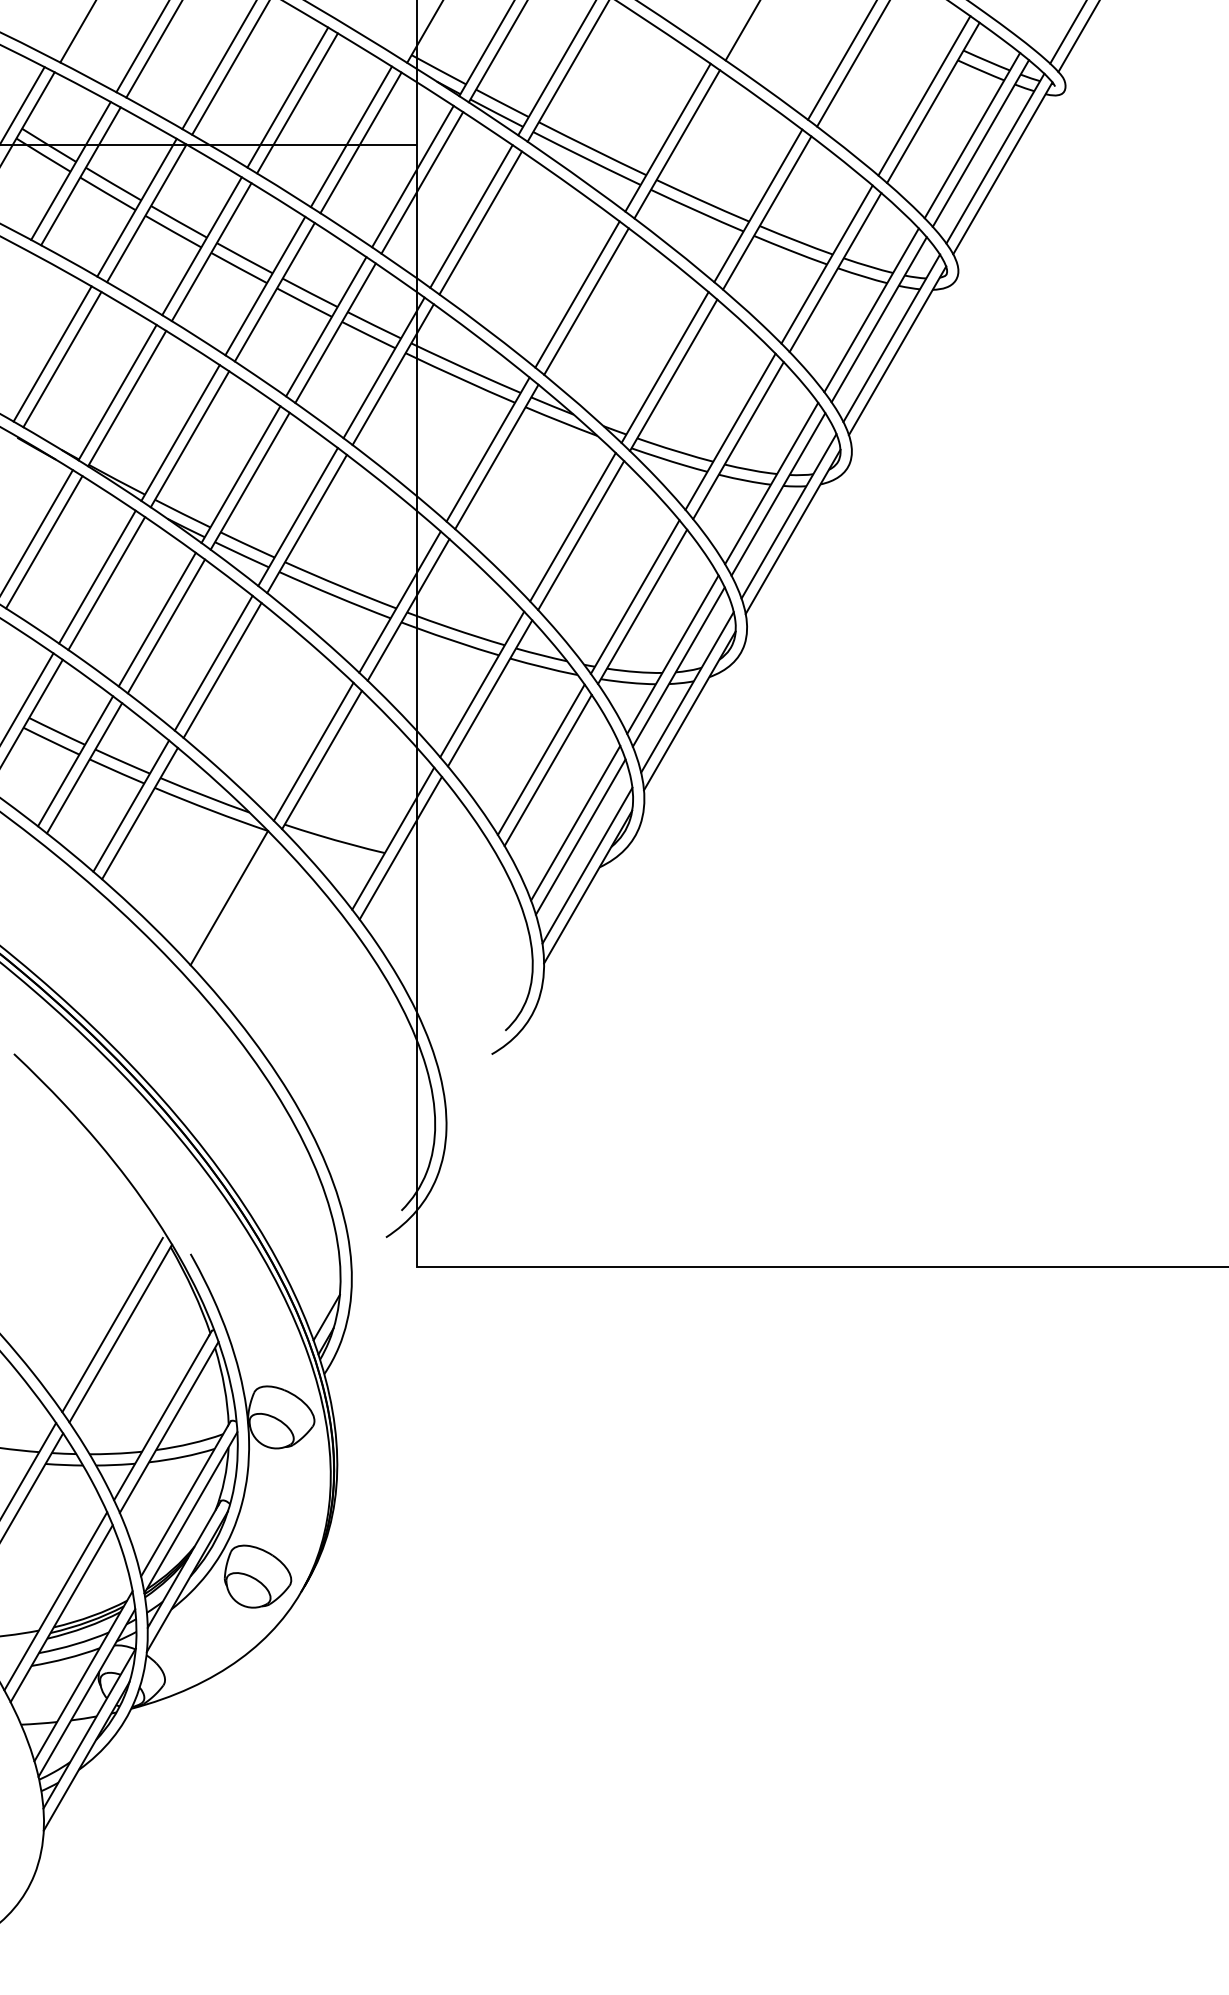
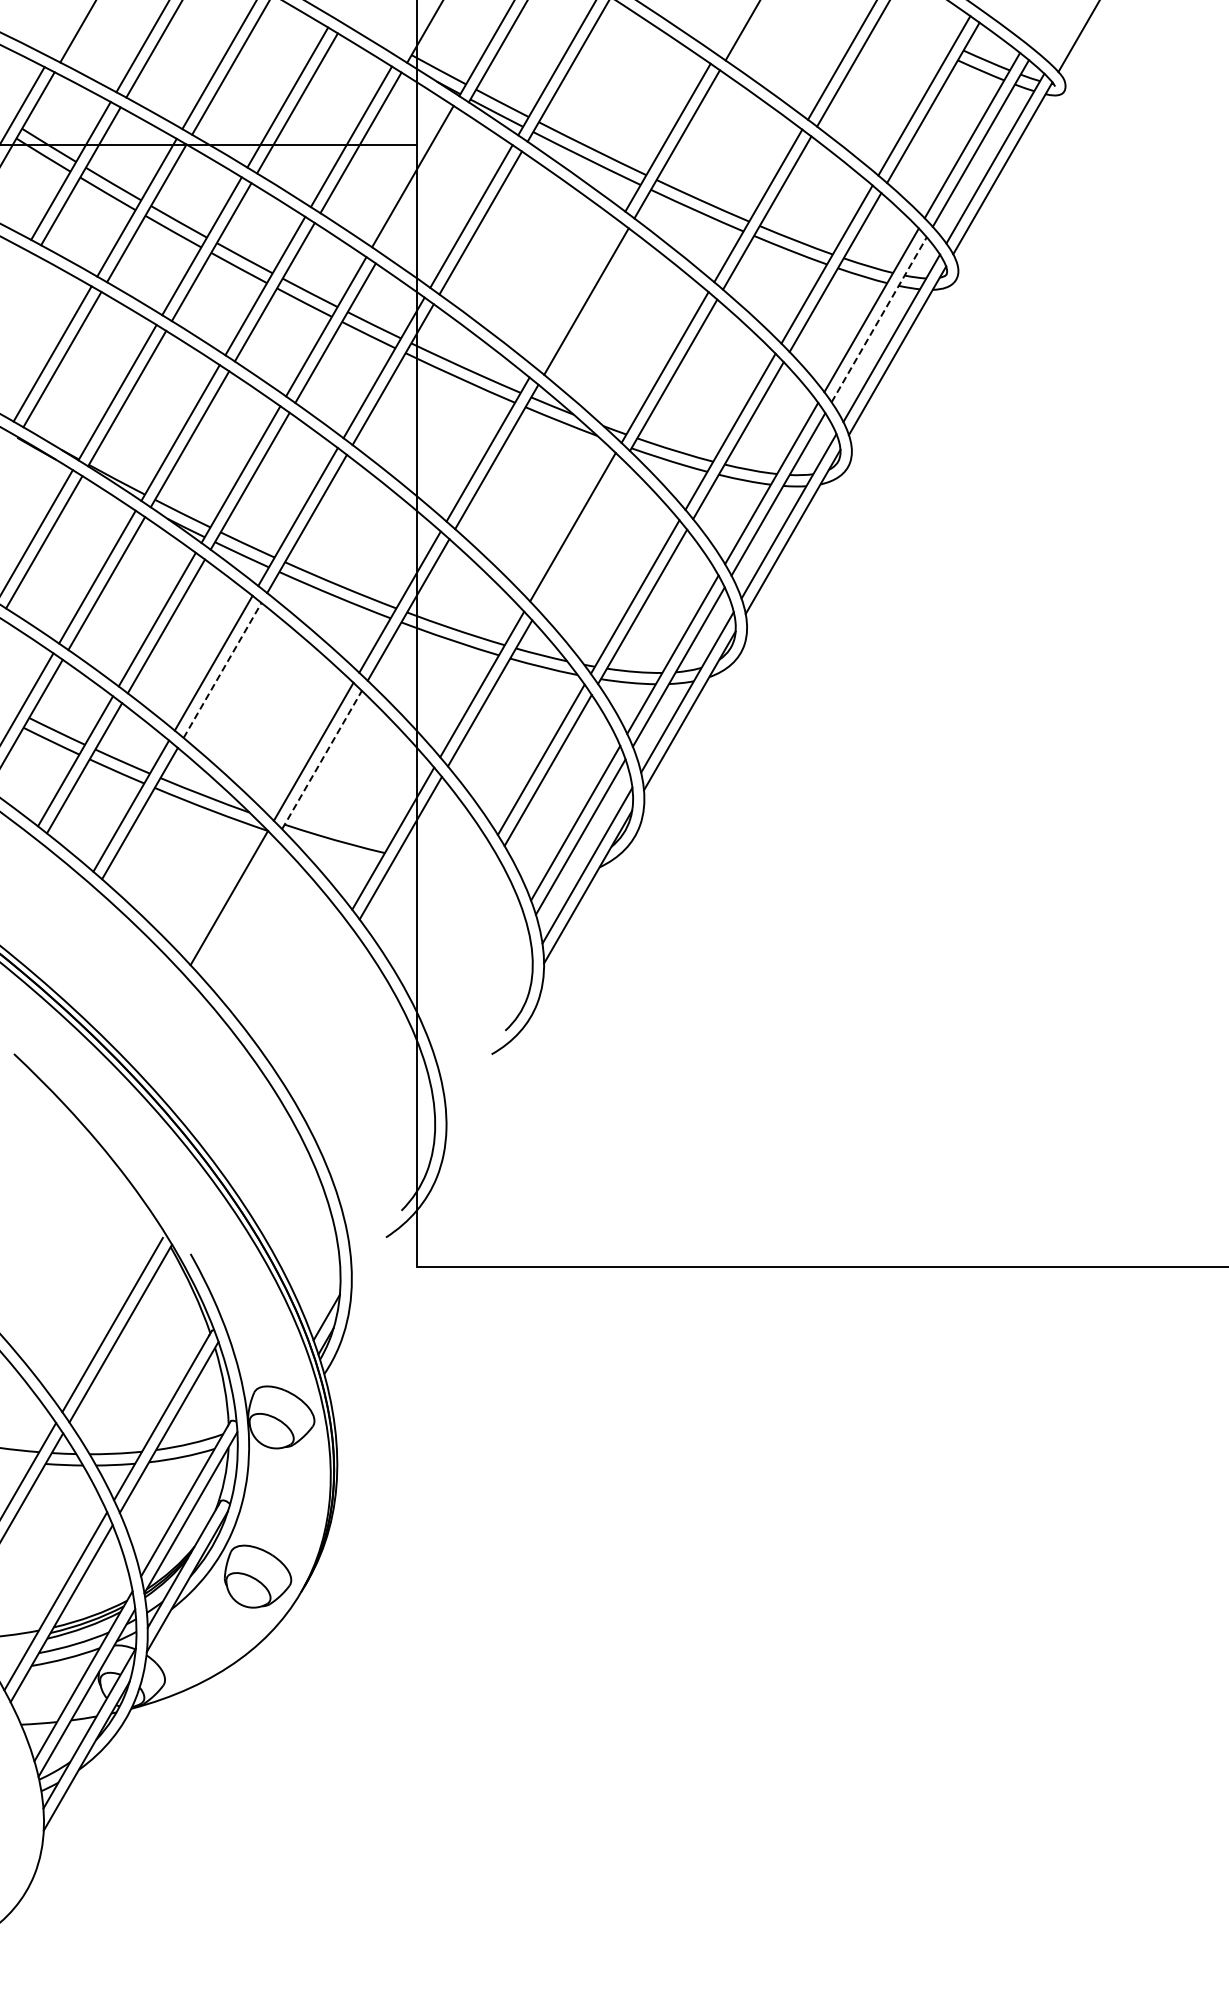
line at (1067, 32): present -> none
line at (422, 182): present -> none
line at (577, 294): present -> none
line at (879, 319): solid -> dashed
line at (581, 535): present -> none
line at (222, 670): solid -> dashed
line at (322, 760): solid -> dashed
